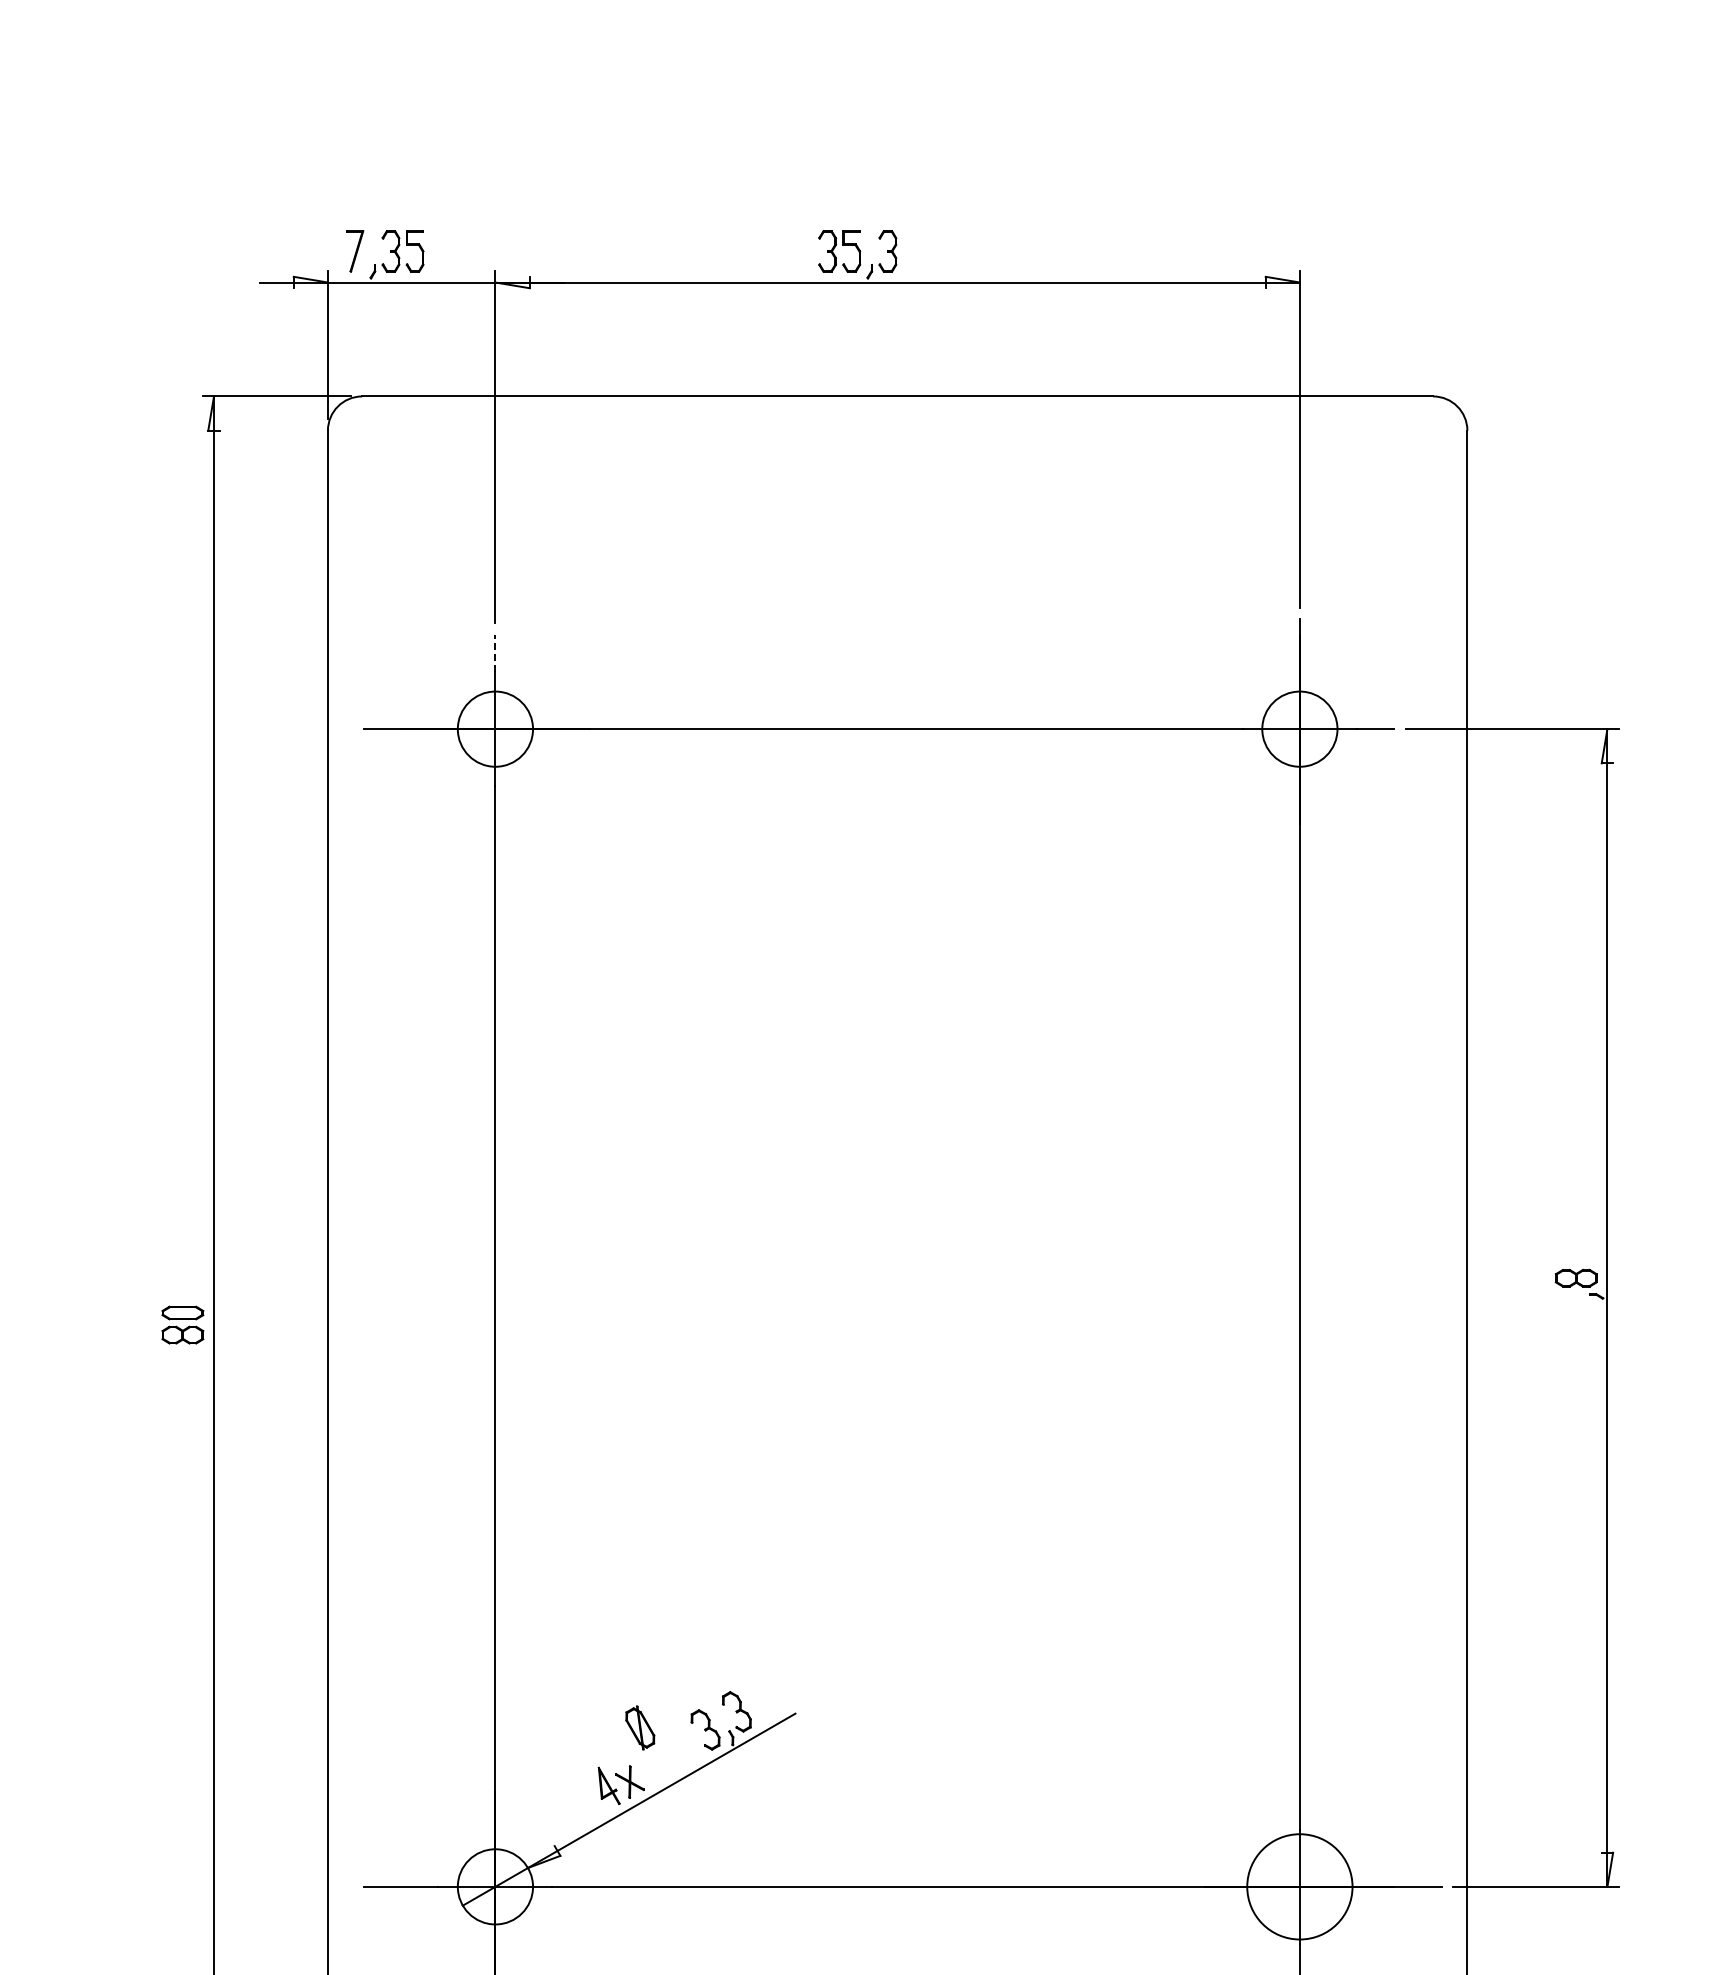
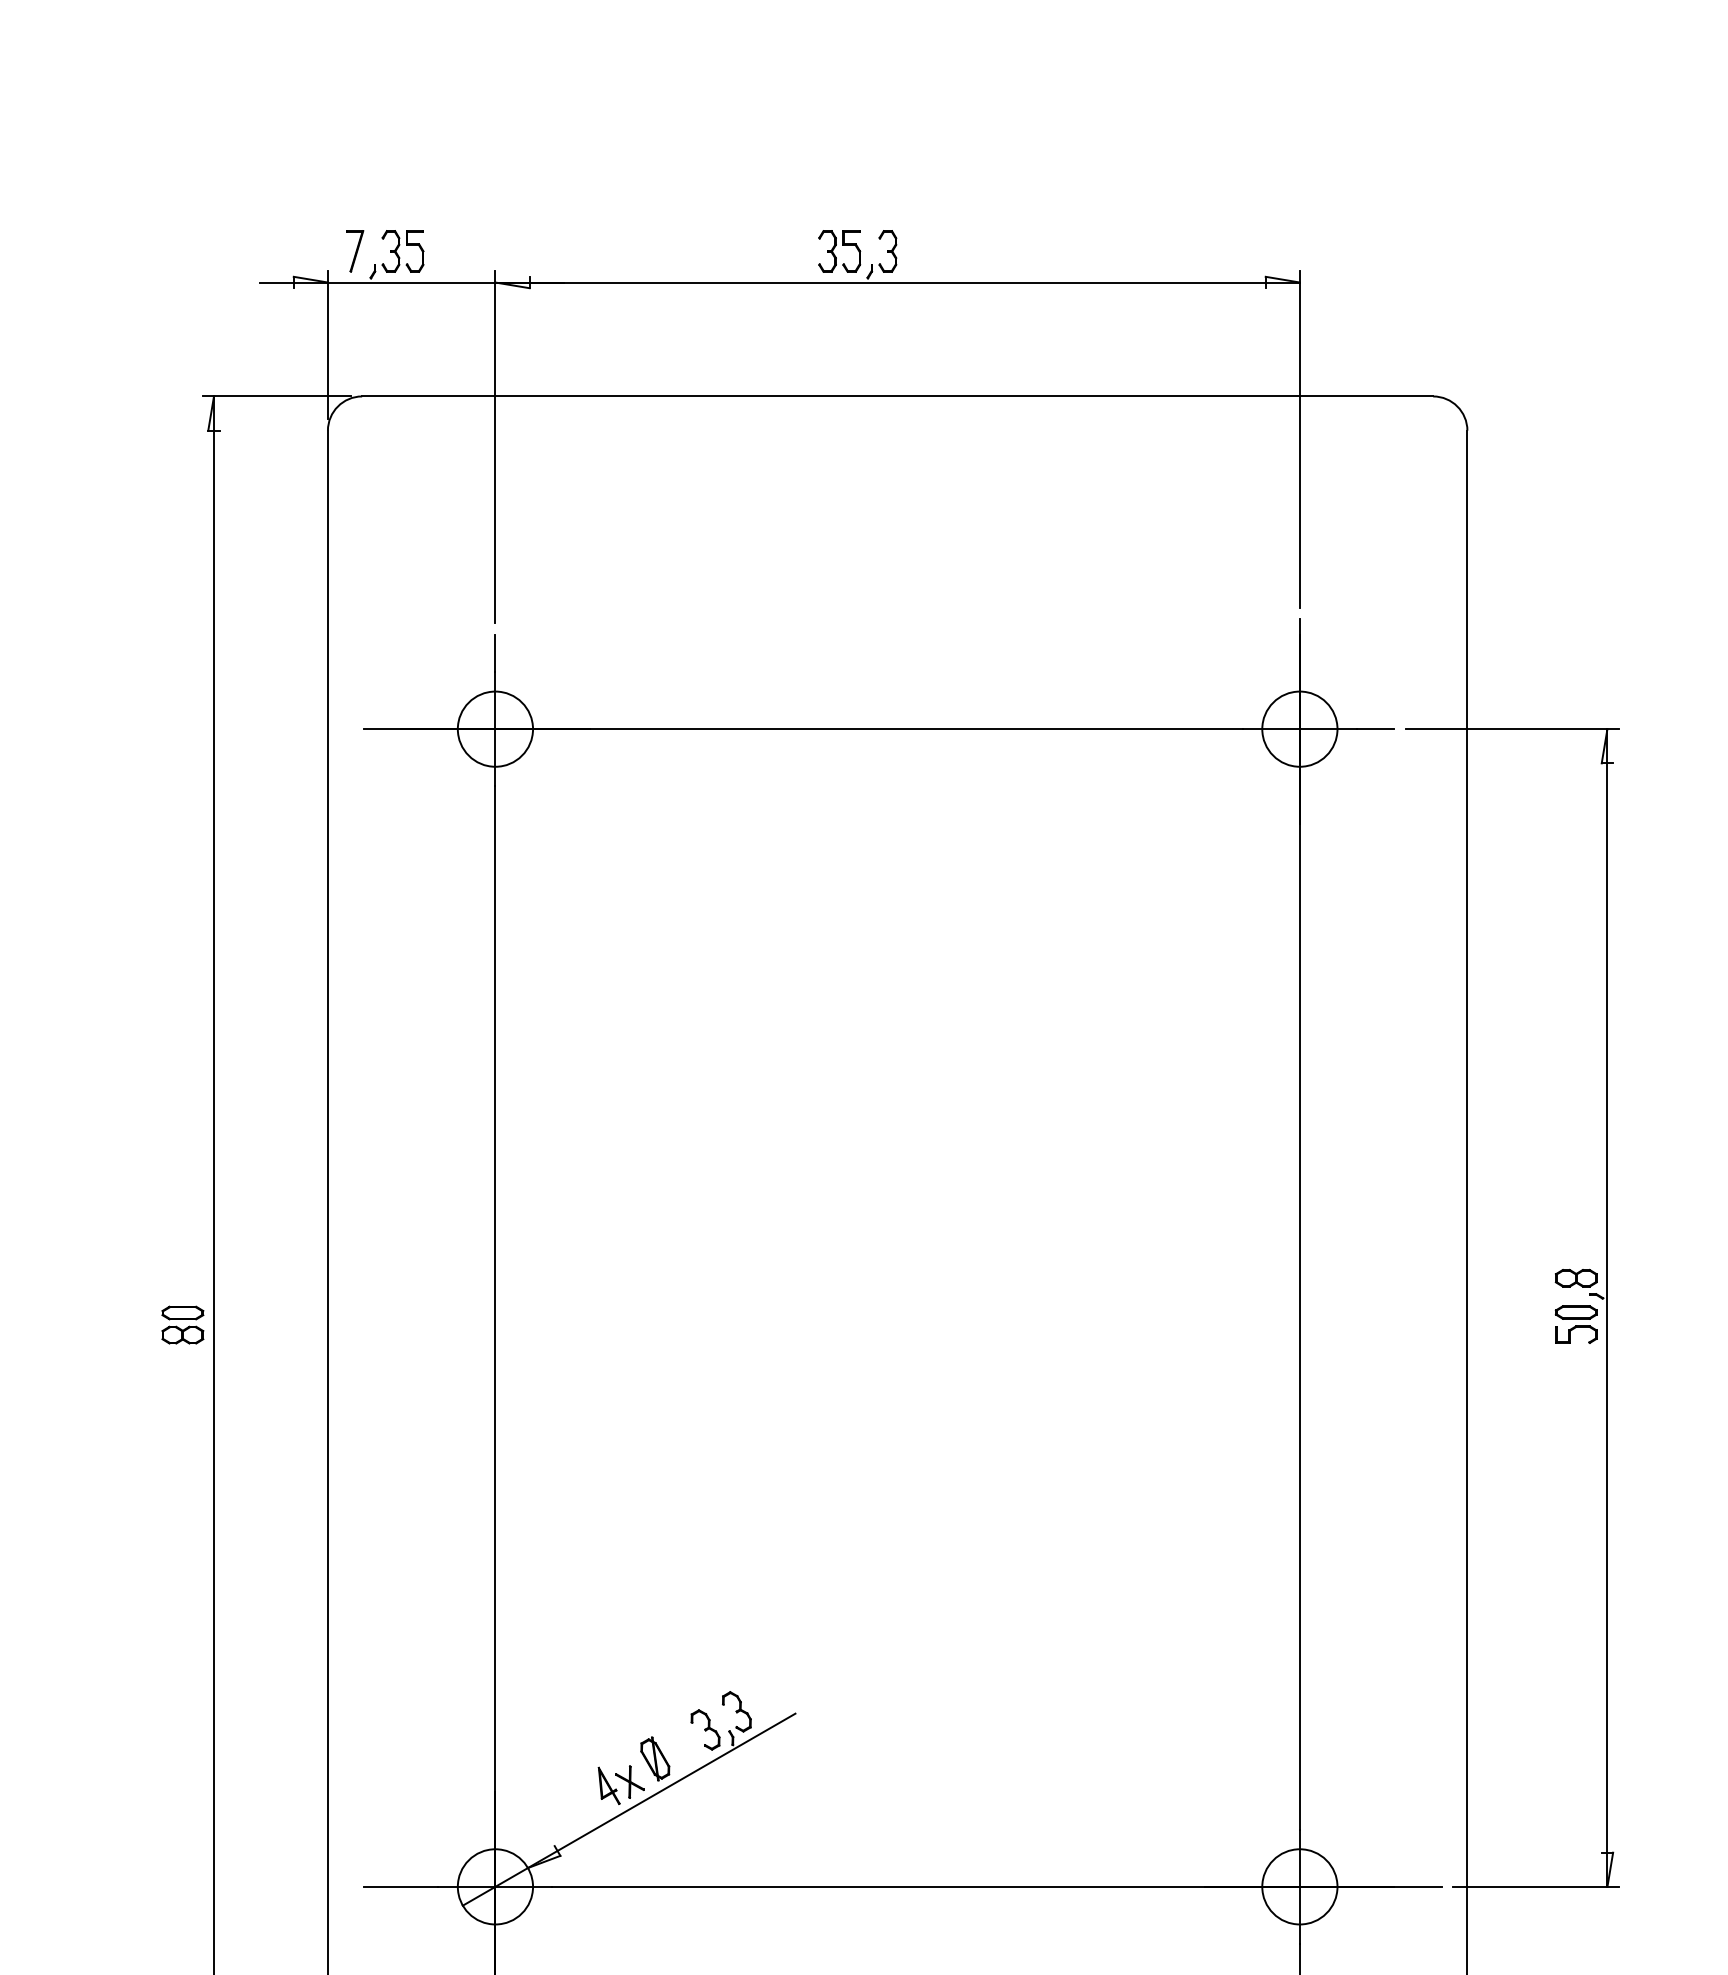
line at (495, 653): dashed -> solid
part at (1575, 1324): none -> present
part at (640, 1727) position: (640, 1727) -> (655, 1758)
circle at (1299, 1886) diameter: 105 px -> 75 px
